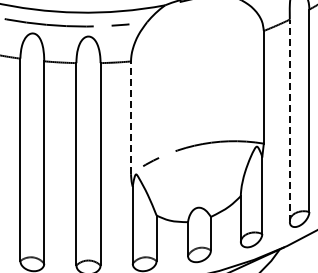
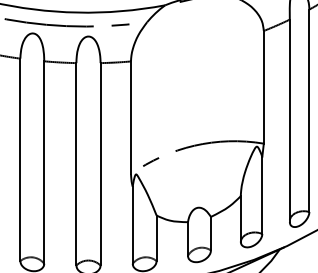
line at (131, 117): dashed -> solid
line at (289, 120): dashed -> solid
